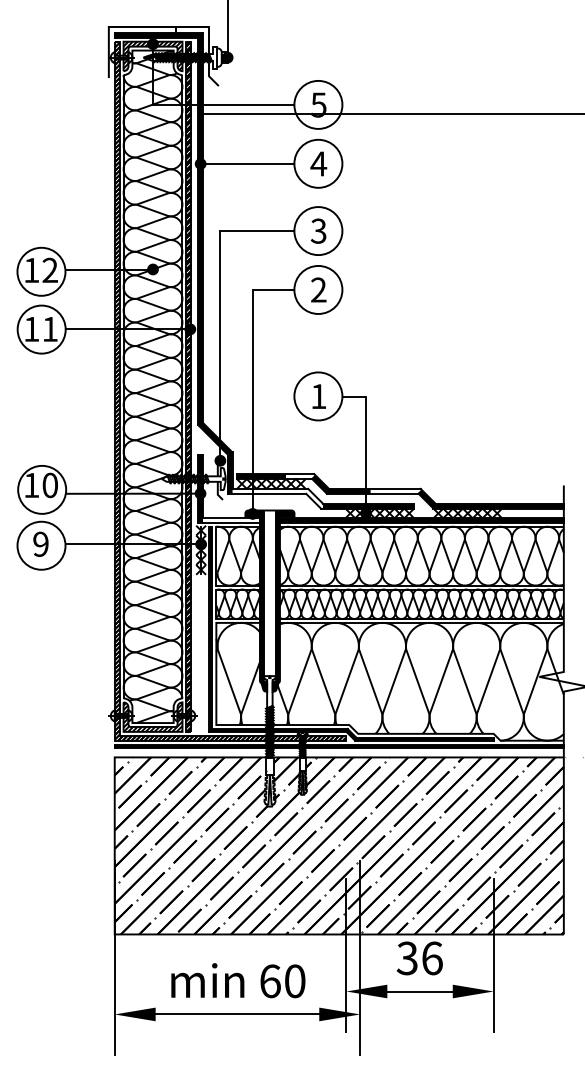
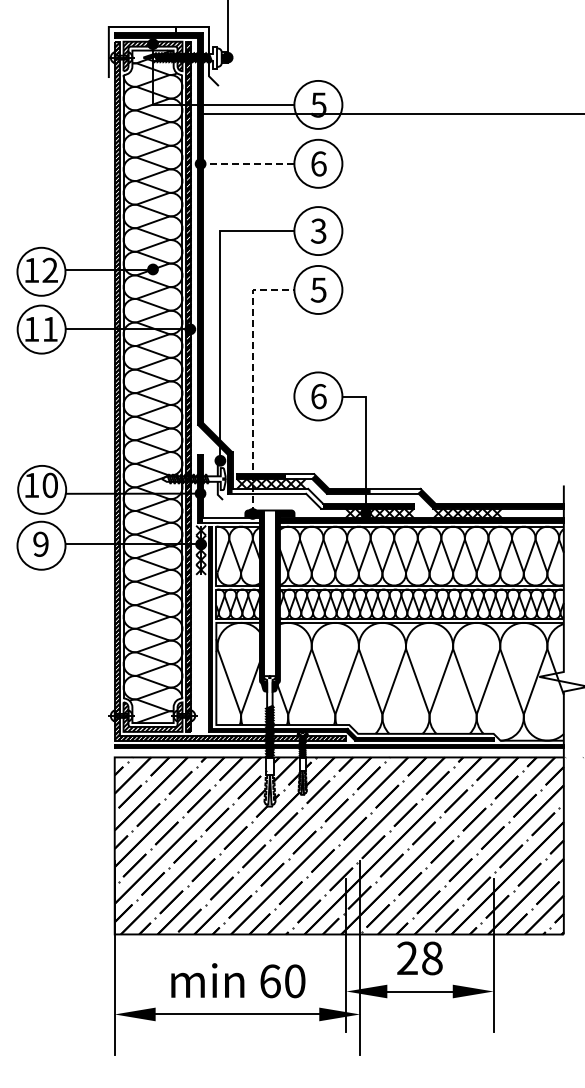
line at (247, 163): solid -> dashed
text at (318, 163): 4 -> 6
text at (318, 289): 2 -> 5
line at (252, 380): solid -> dashed
text at (318, 396): 1 -> 6
text at (419, 958): 36 -> 28
